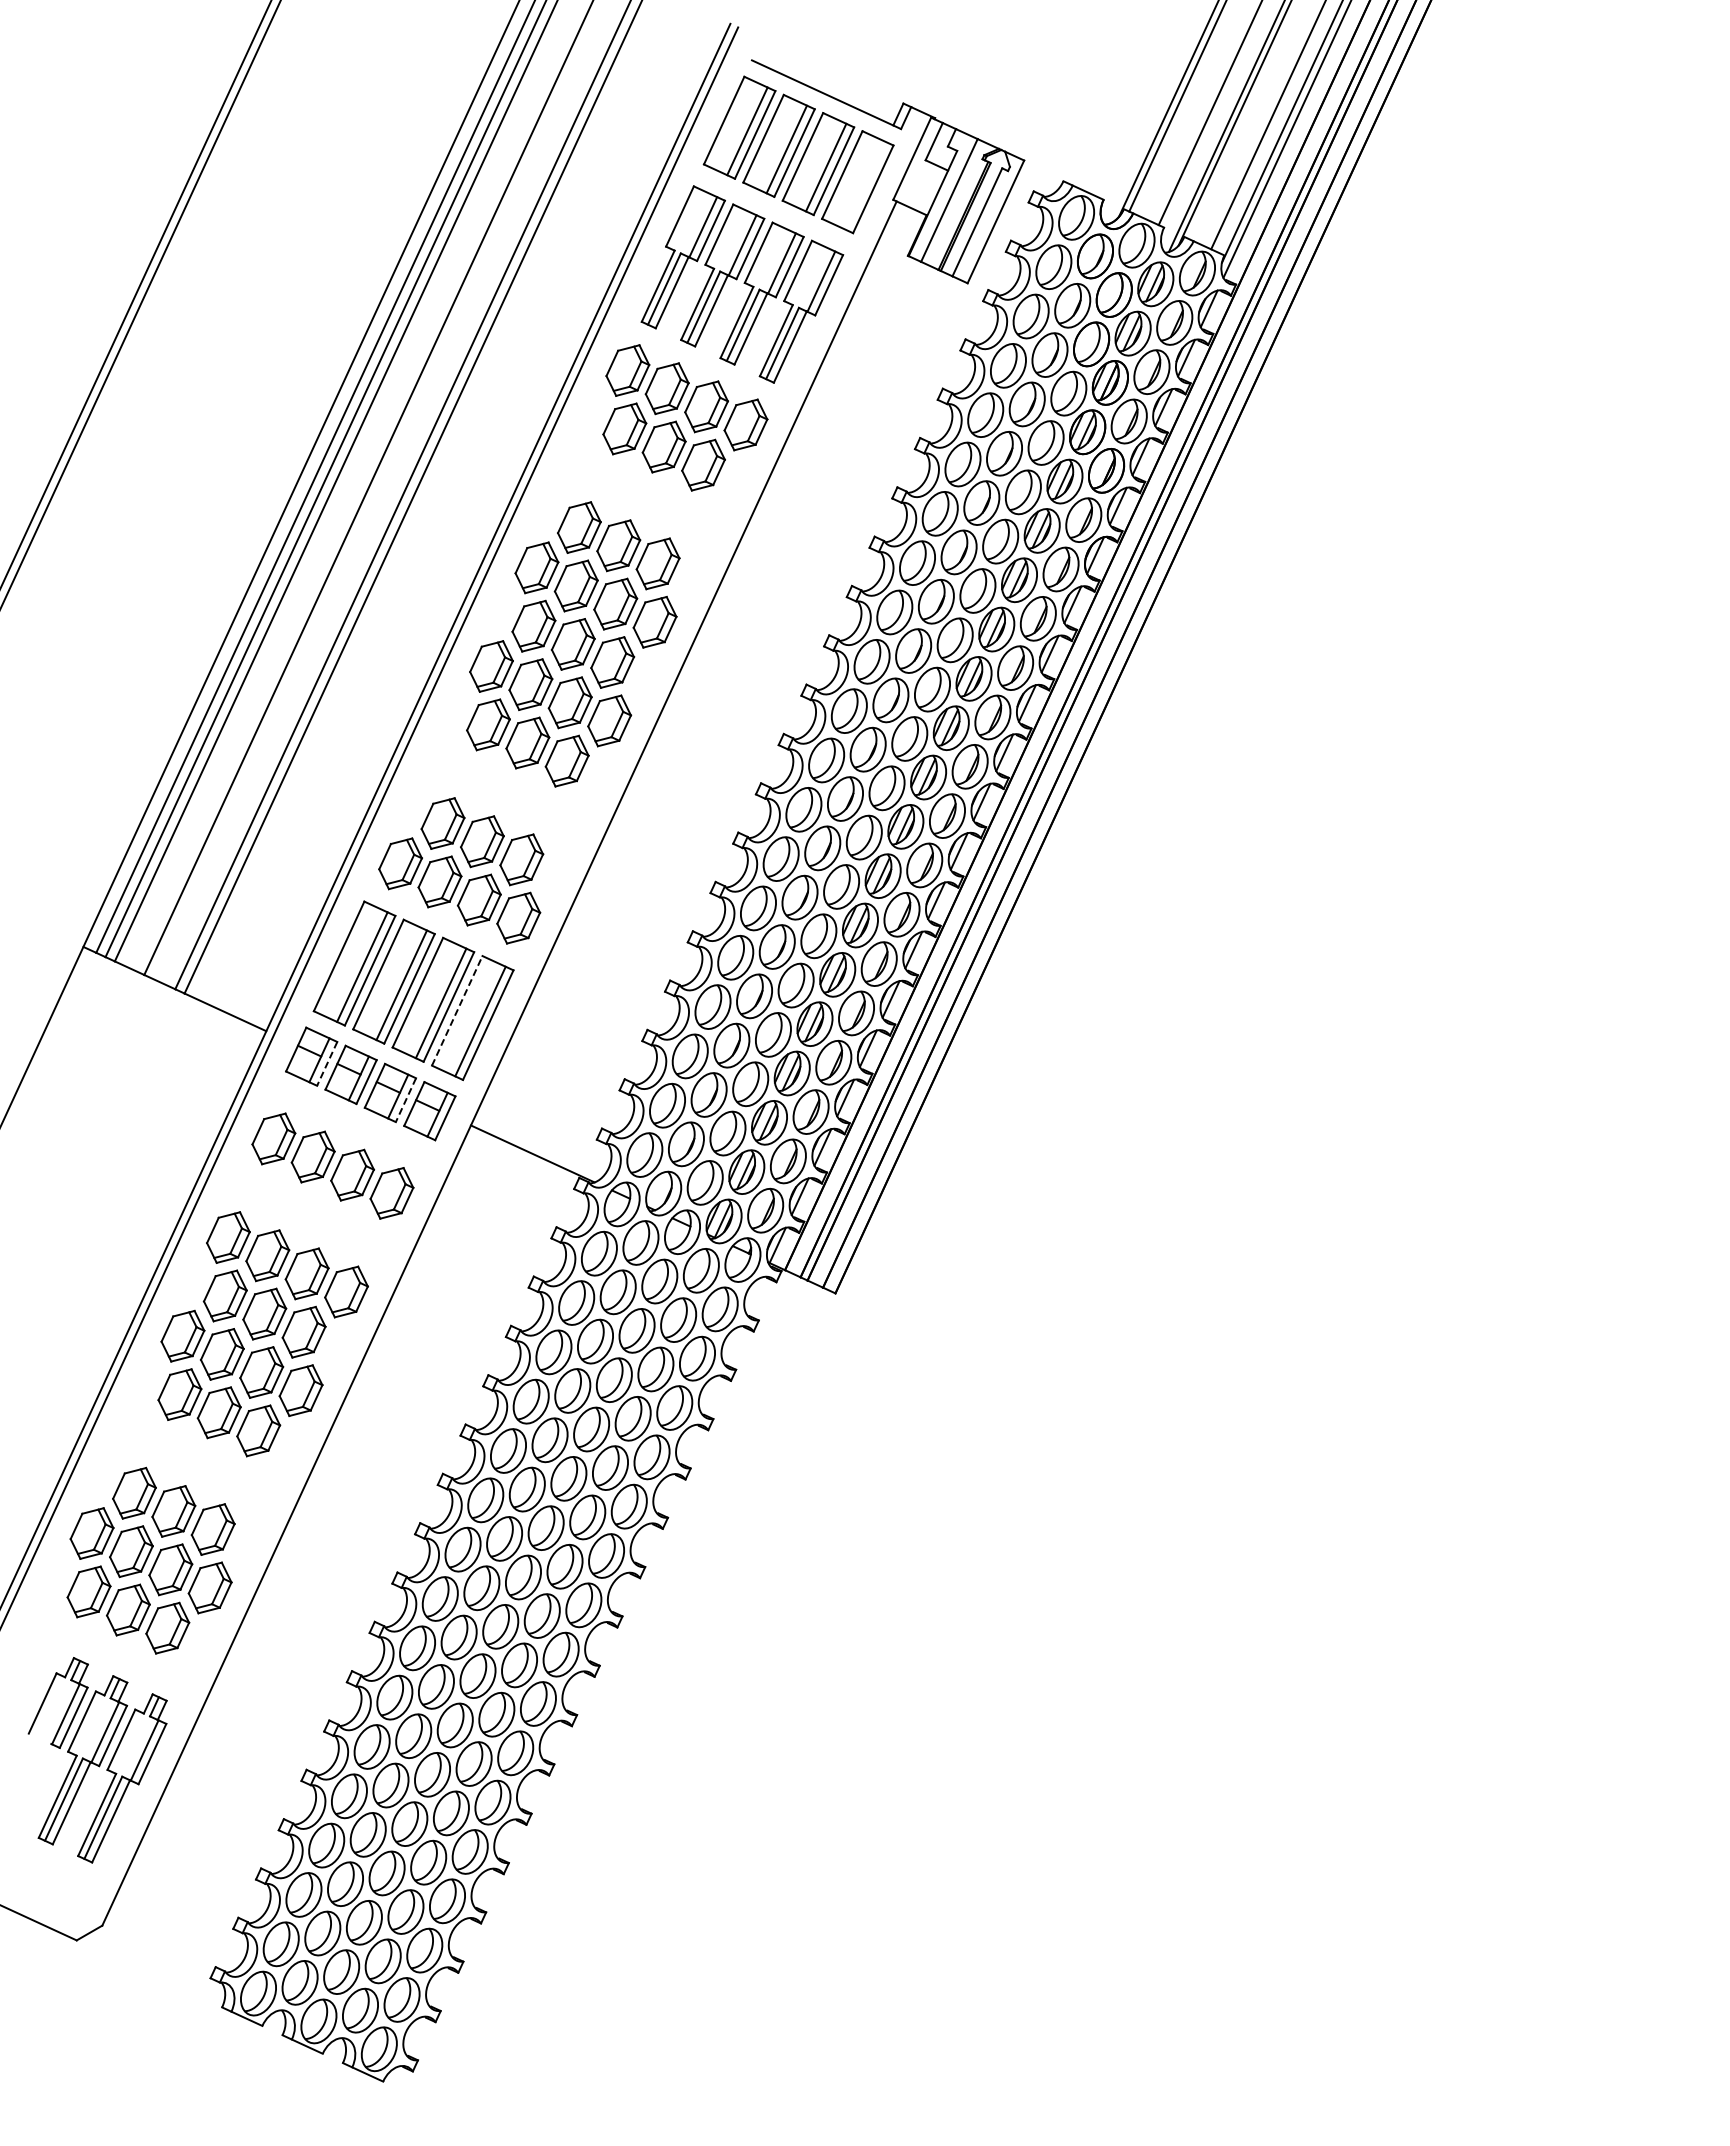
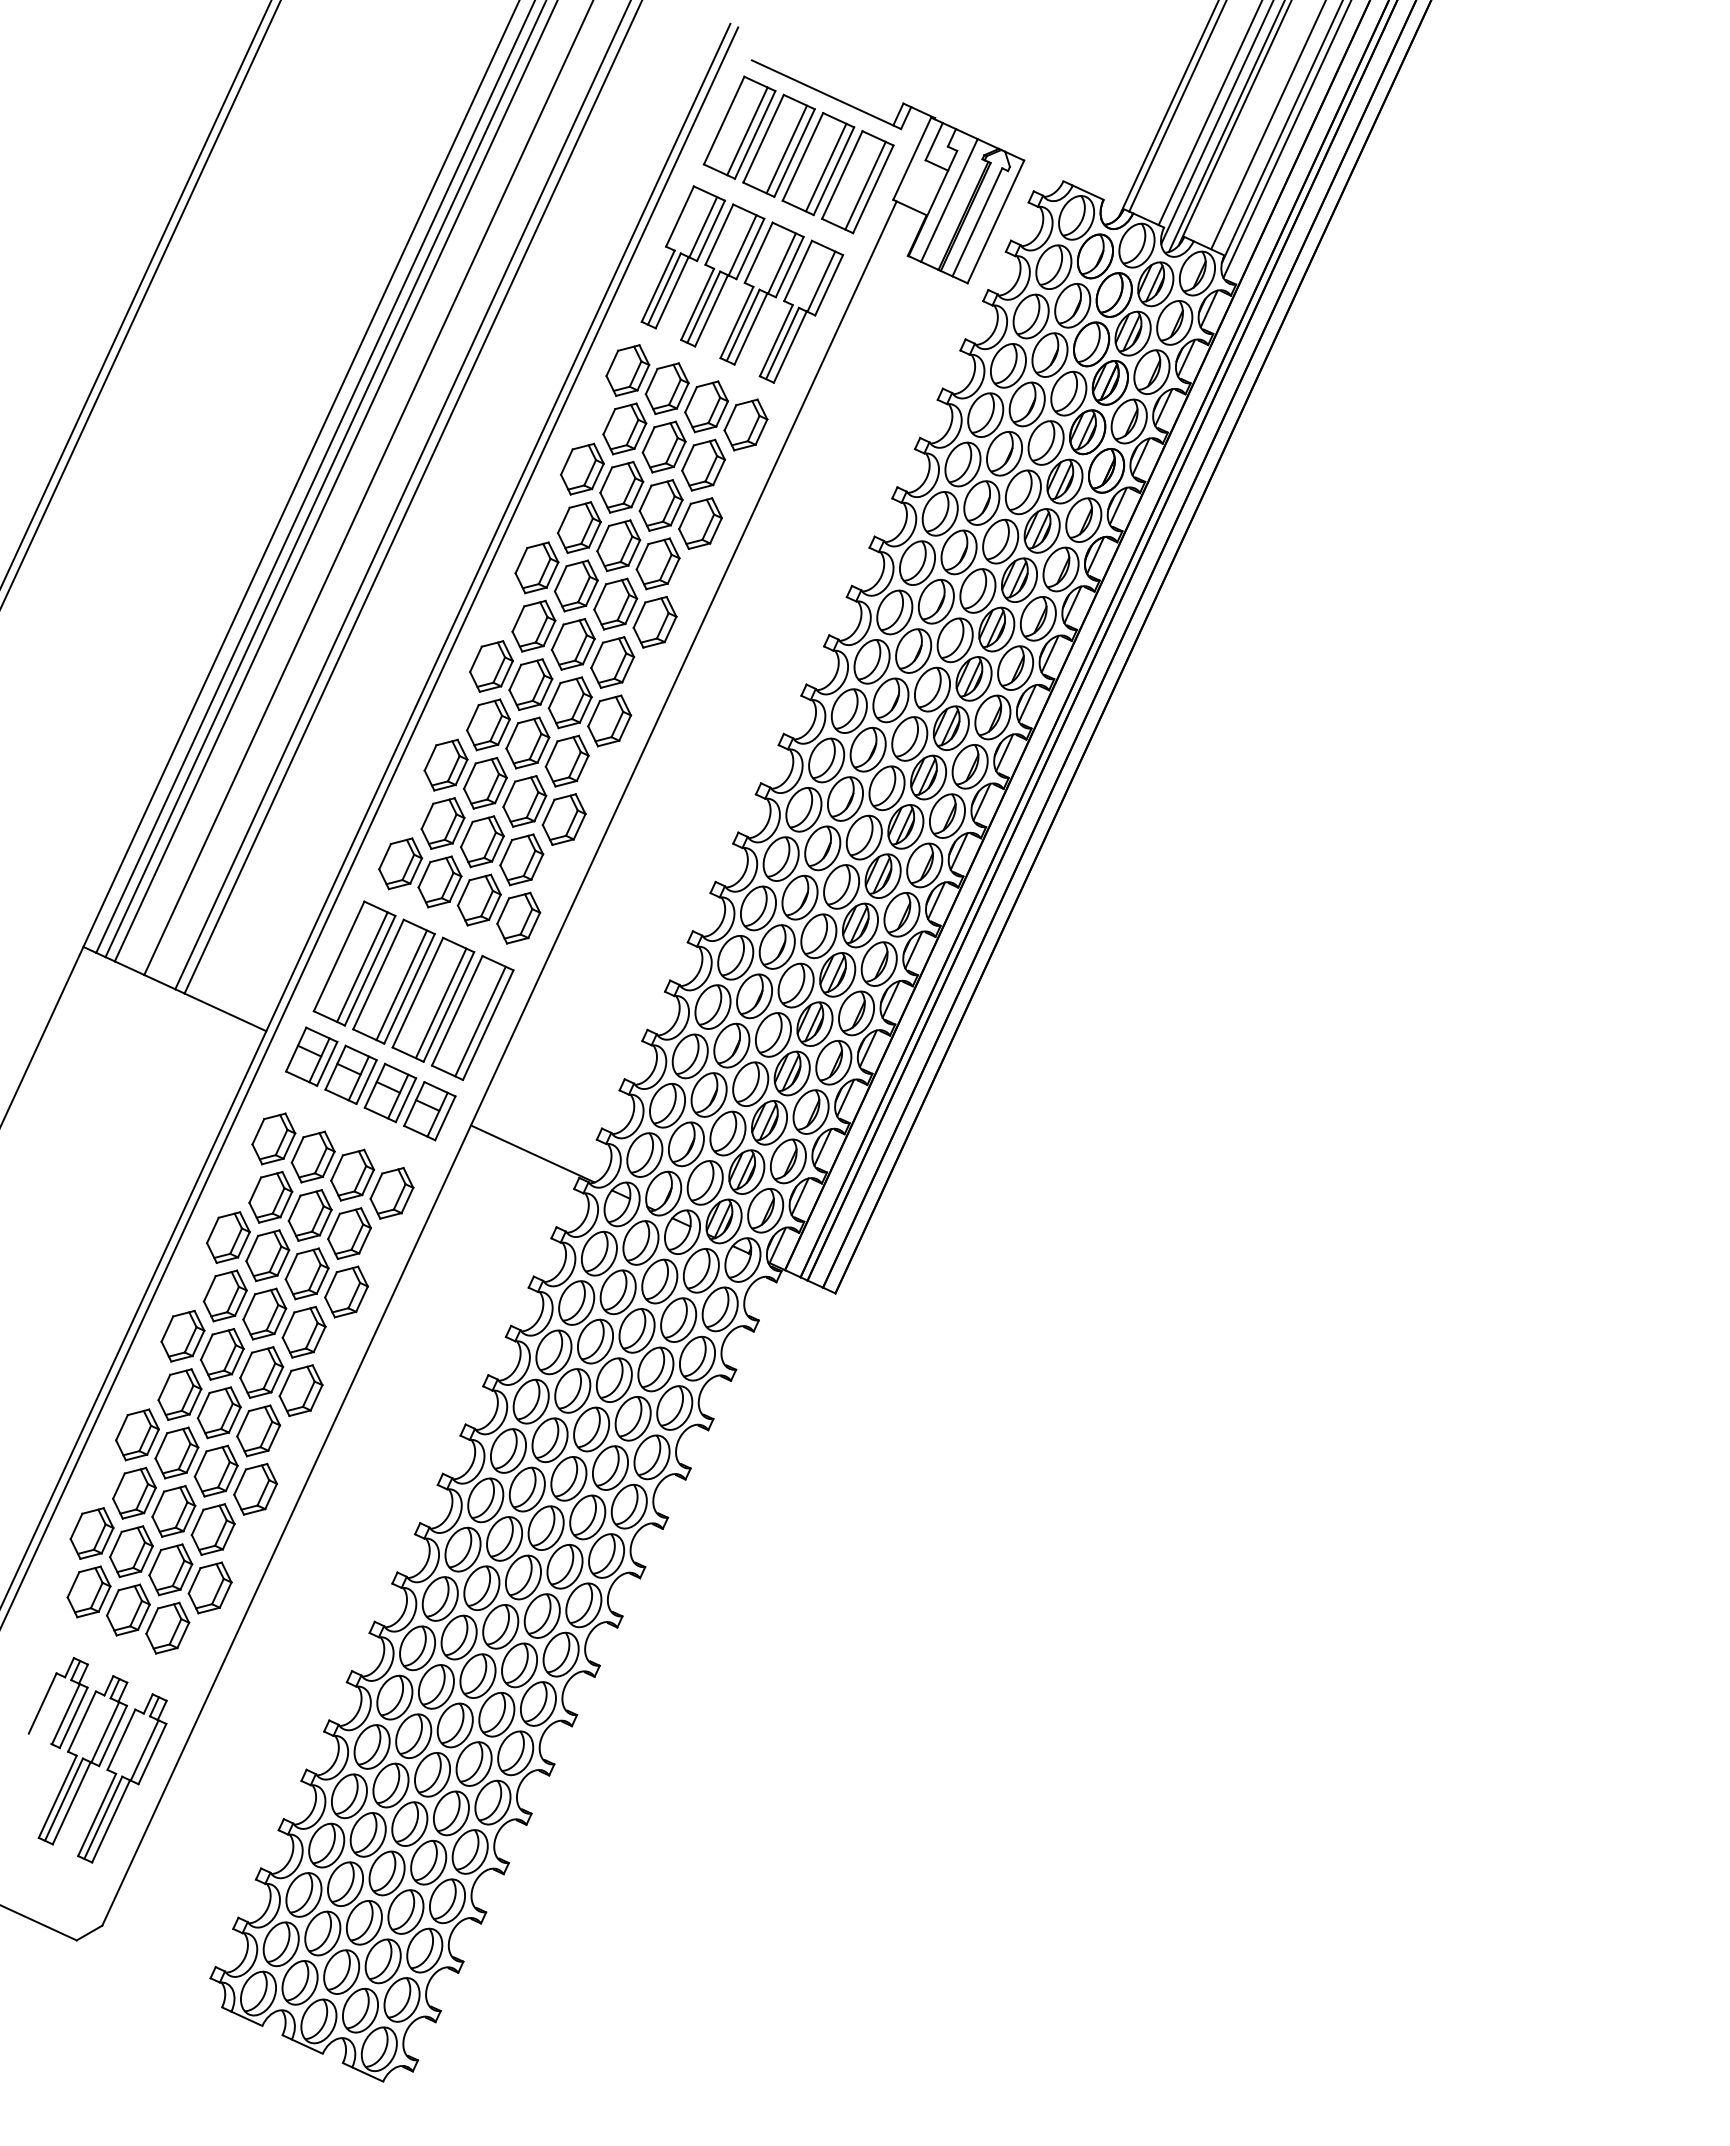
line at (1216, 123): none -> present
line at (865, 185): none -> present
part at (641, 495): none -> present
part at (504, 791): none -> present
line at (457, 1010): dashed -> solid
line at (327, 1064): dashed -> solid
line at (405, 1100): dashed -> solid
part at (309, 1215): none -> present
part at (196, 1461): none -> present
